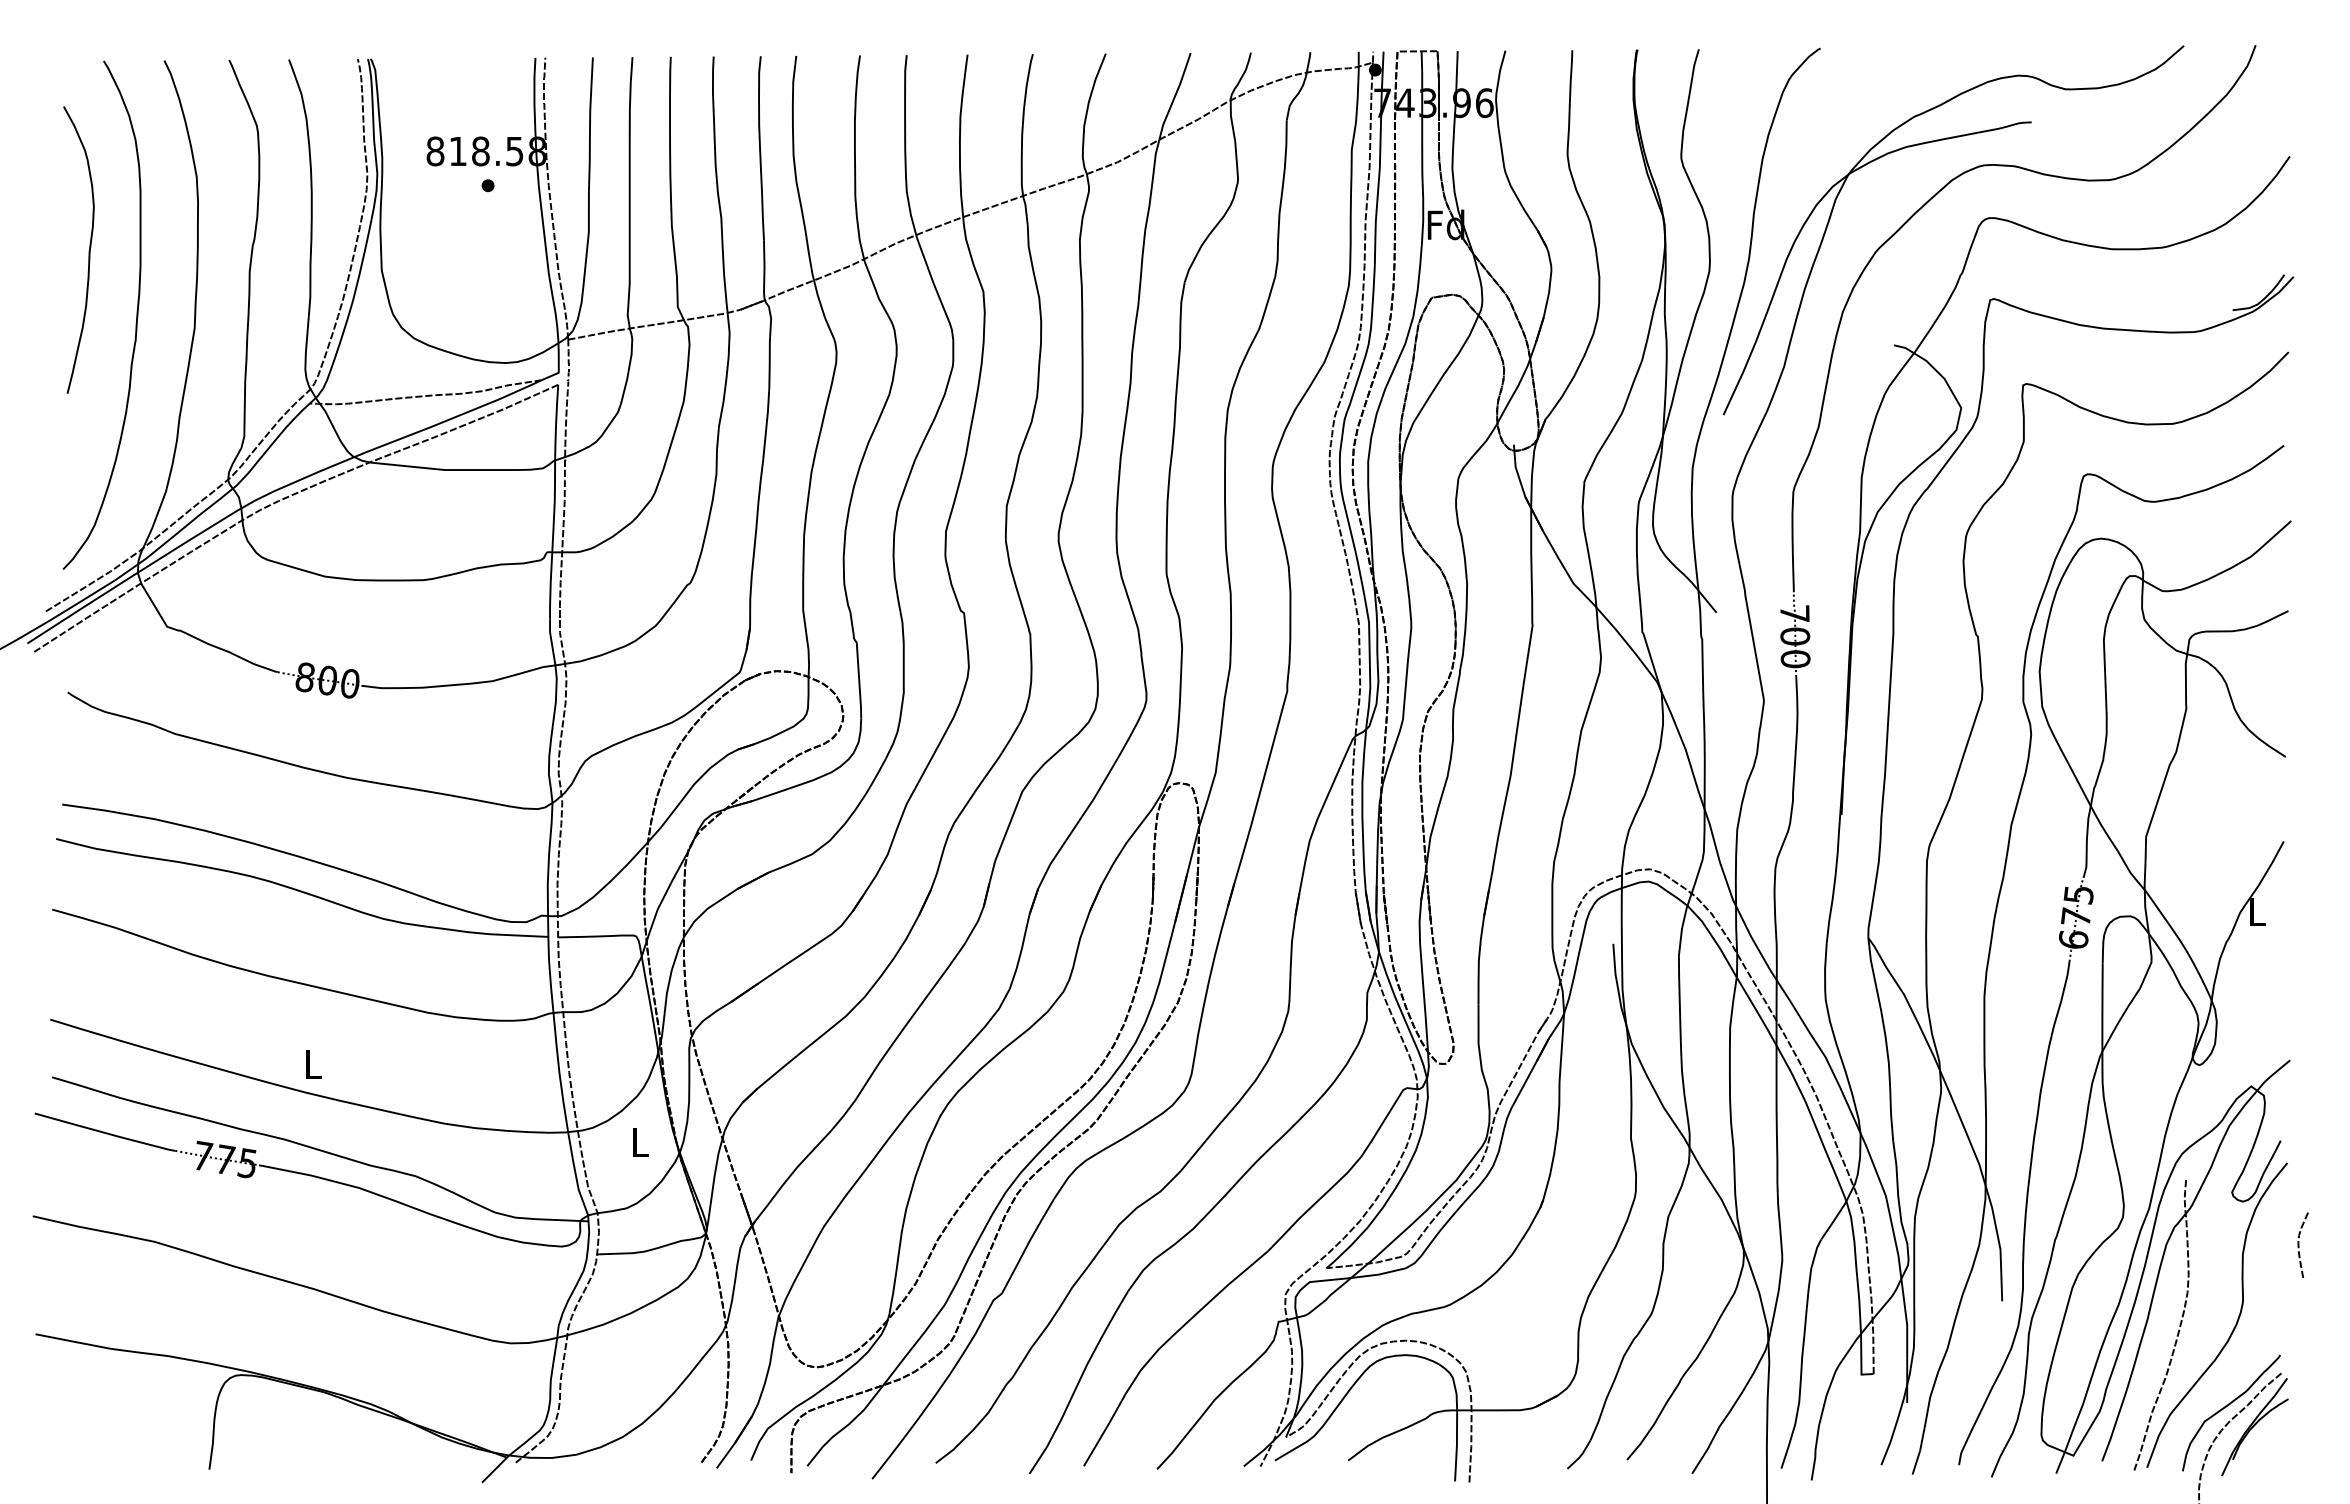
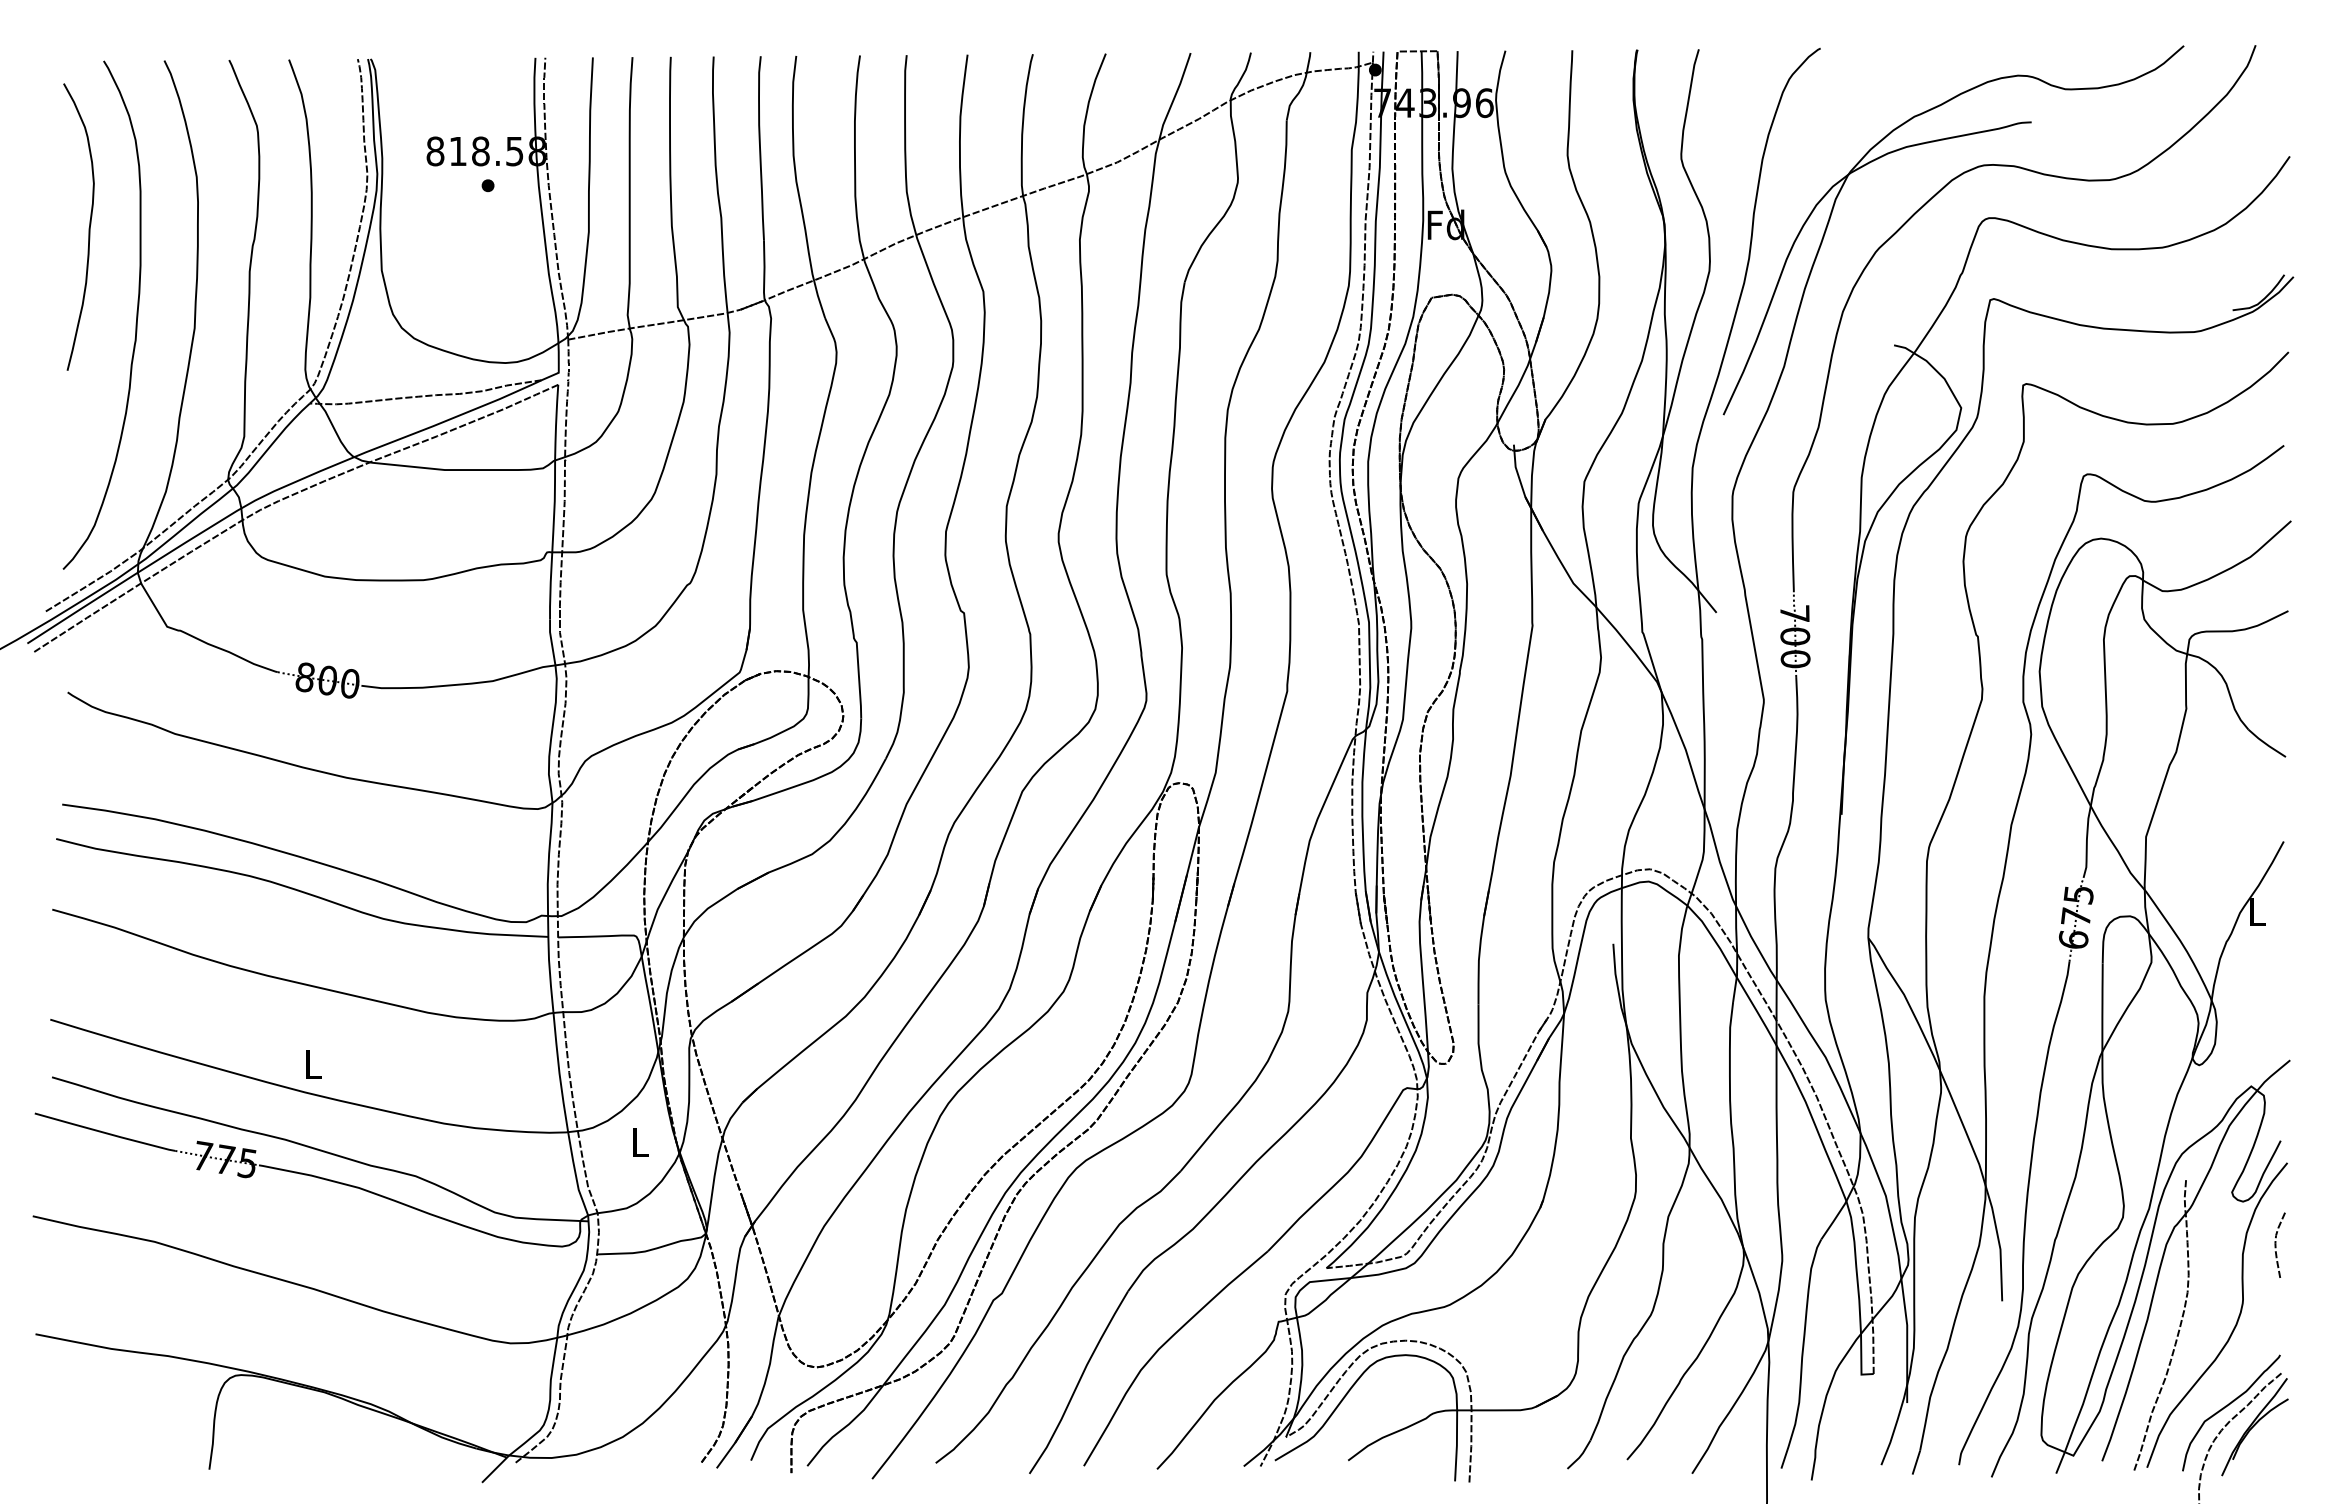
curve at (88, 251) position: (88, 251) -> (88, 228)
curve at (2299, 1244) position: (2299, 1244) -> (2276, 1244)
